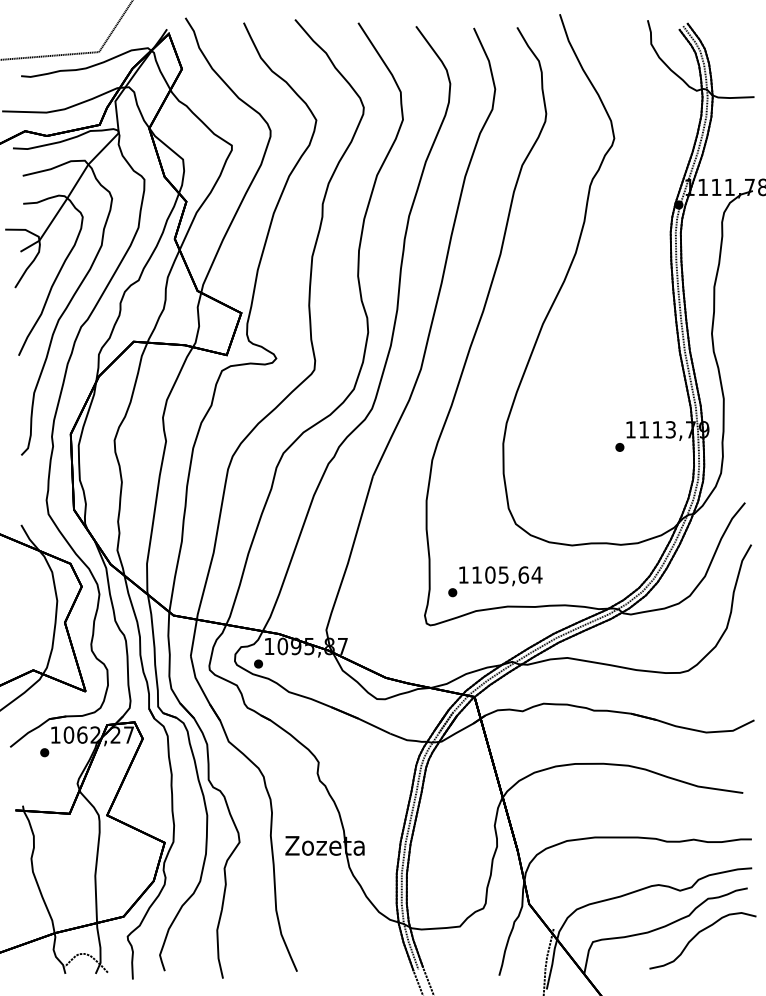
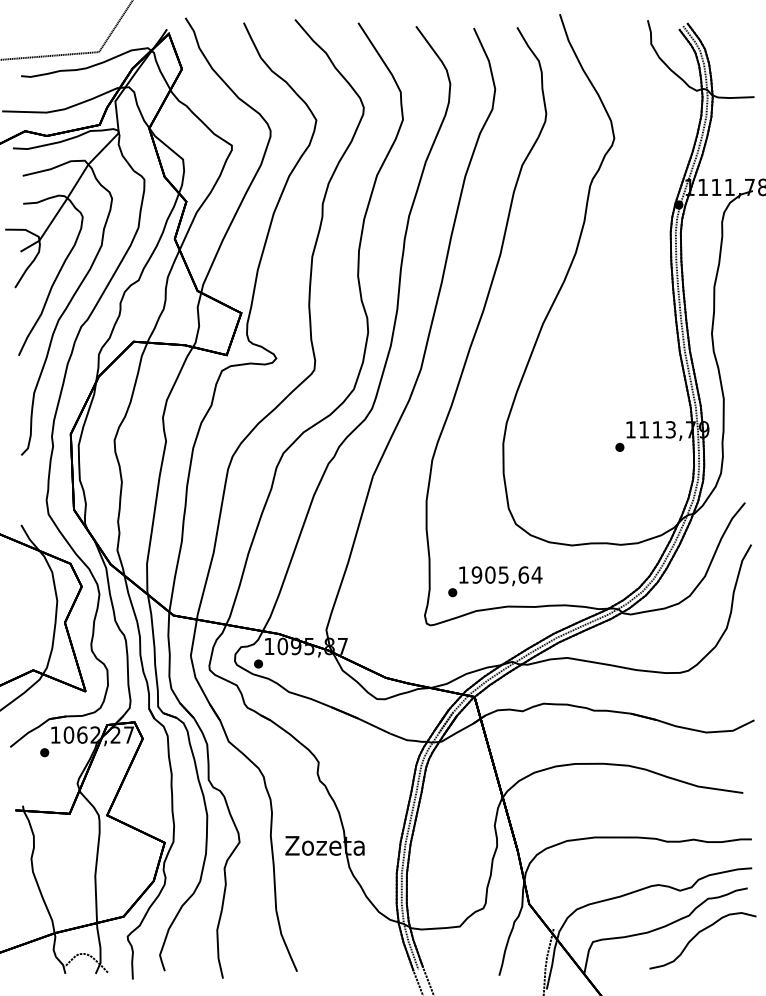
text at (476, 574): 1105,64 -> 1905,64
